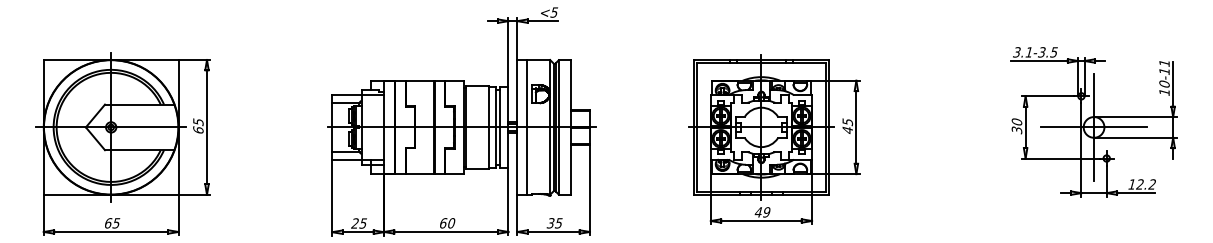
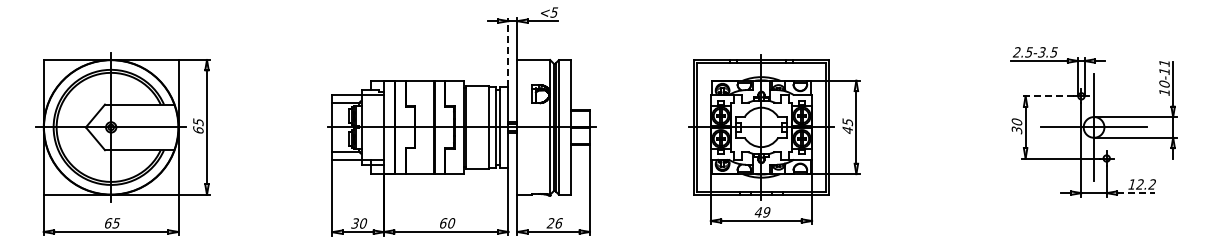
line at (508, 52): solid -> dashed
text at (1022, 52): 3.1-3.5 -> 2.5-3.5
line at (1047, 96): solid -> dashed
line at (526, 127): present -> none
line at (1135, 193): solid -> dashed
text at (359, 223): 25 -> 30
text at (554, 223): 35 -> 26
